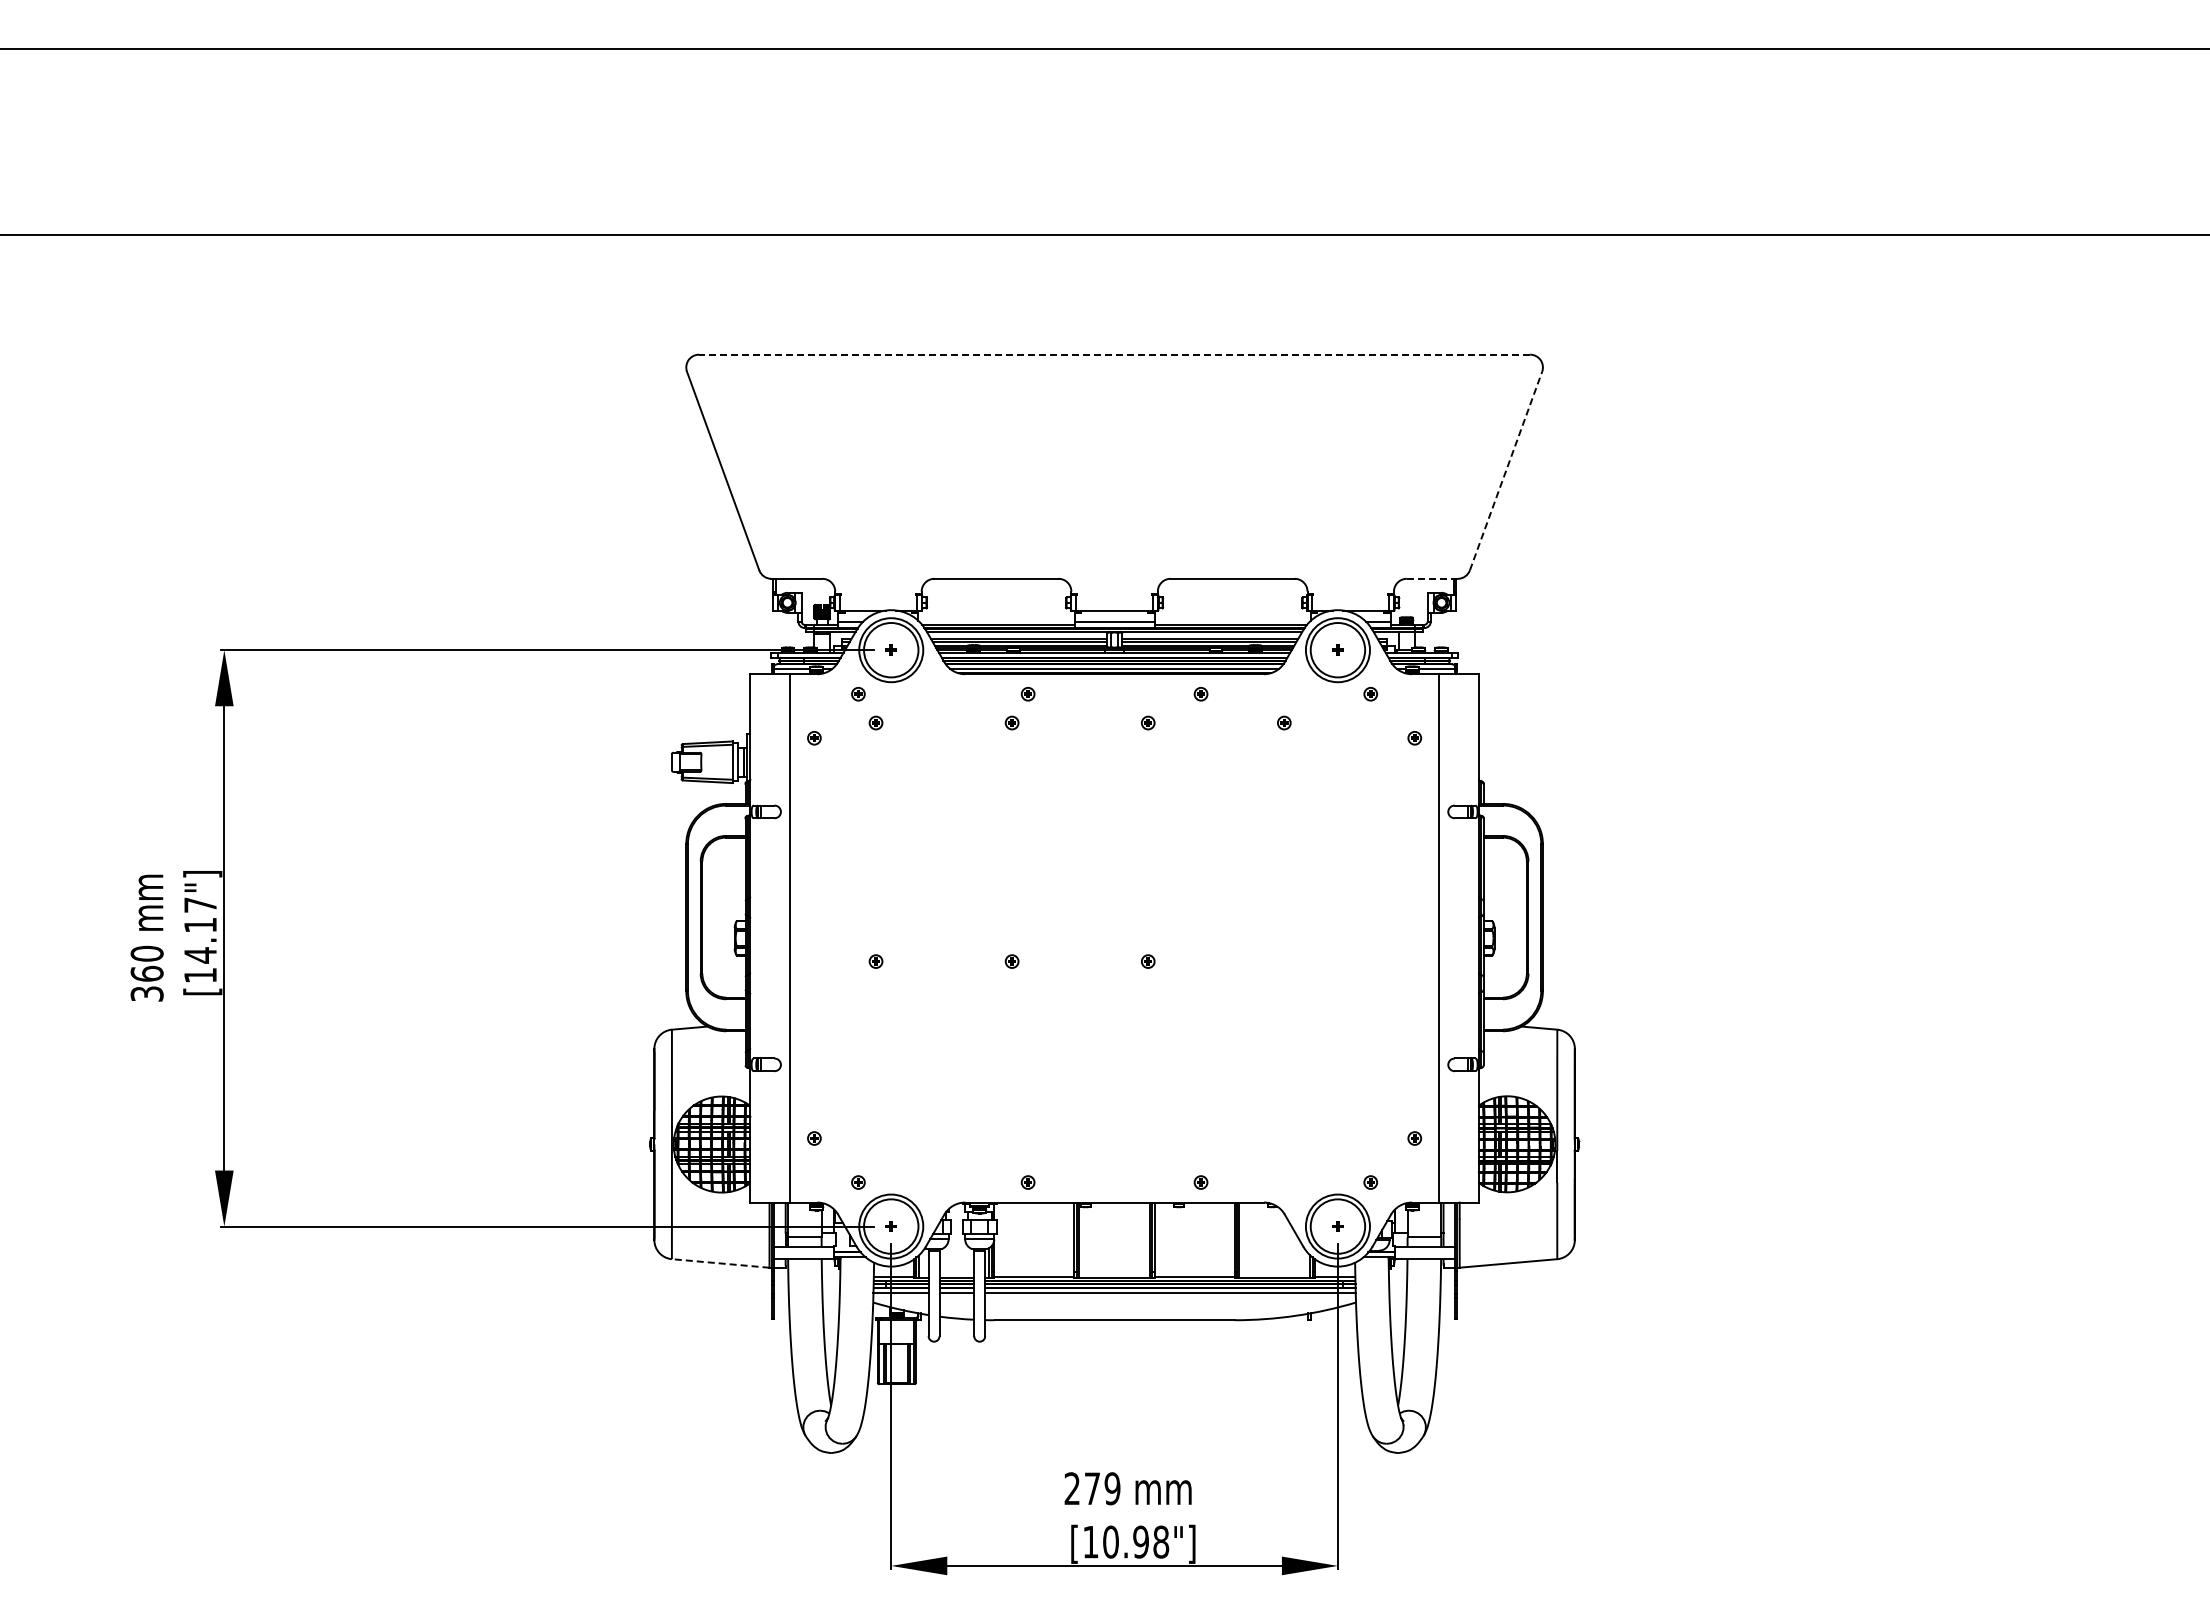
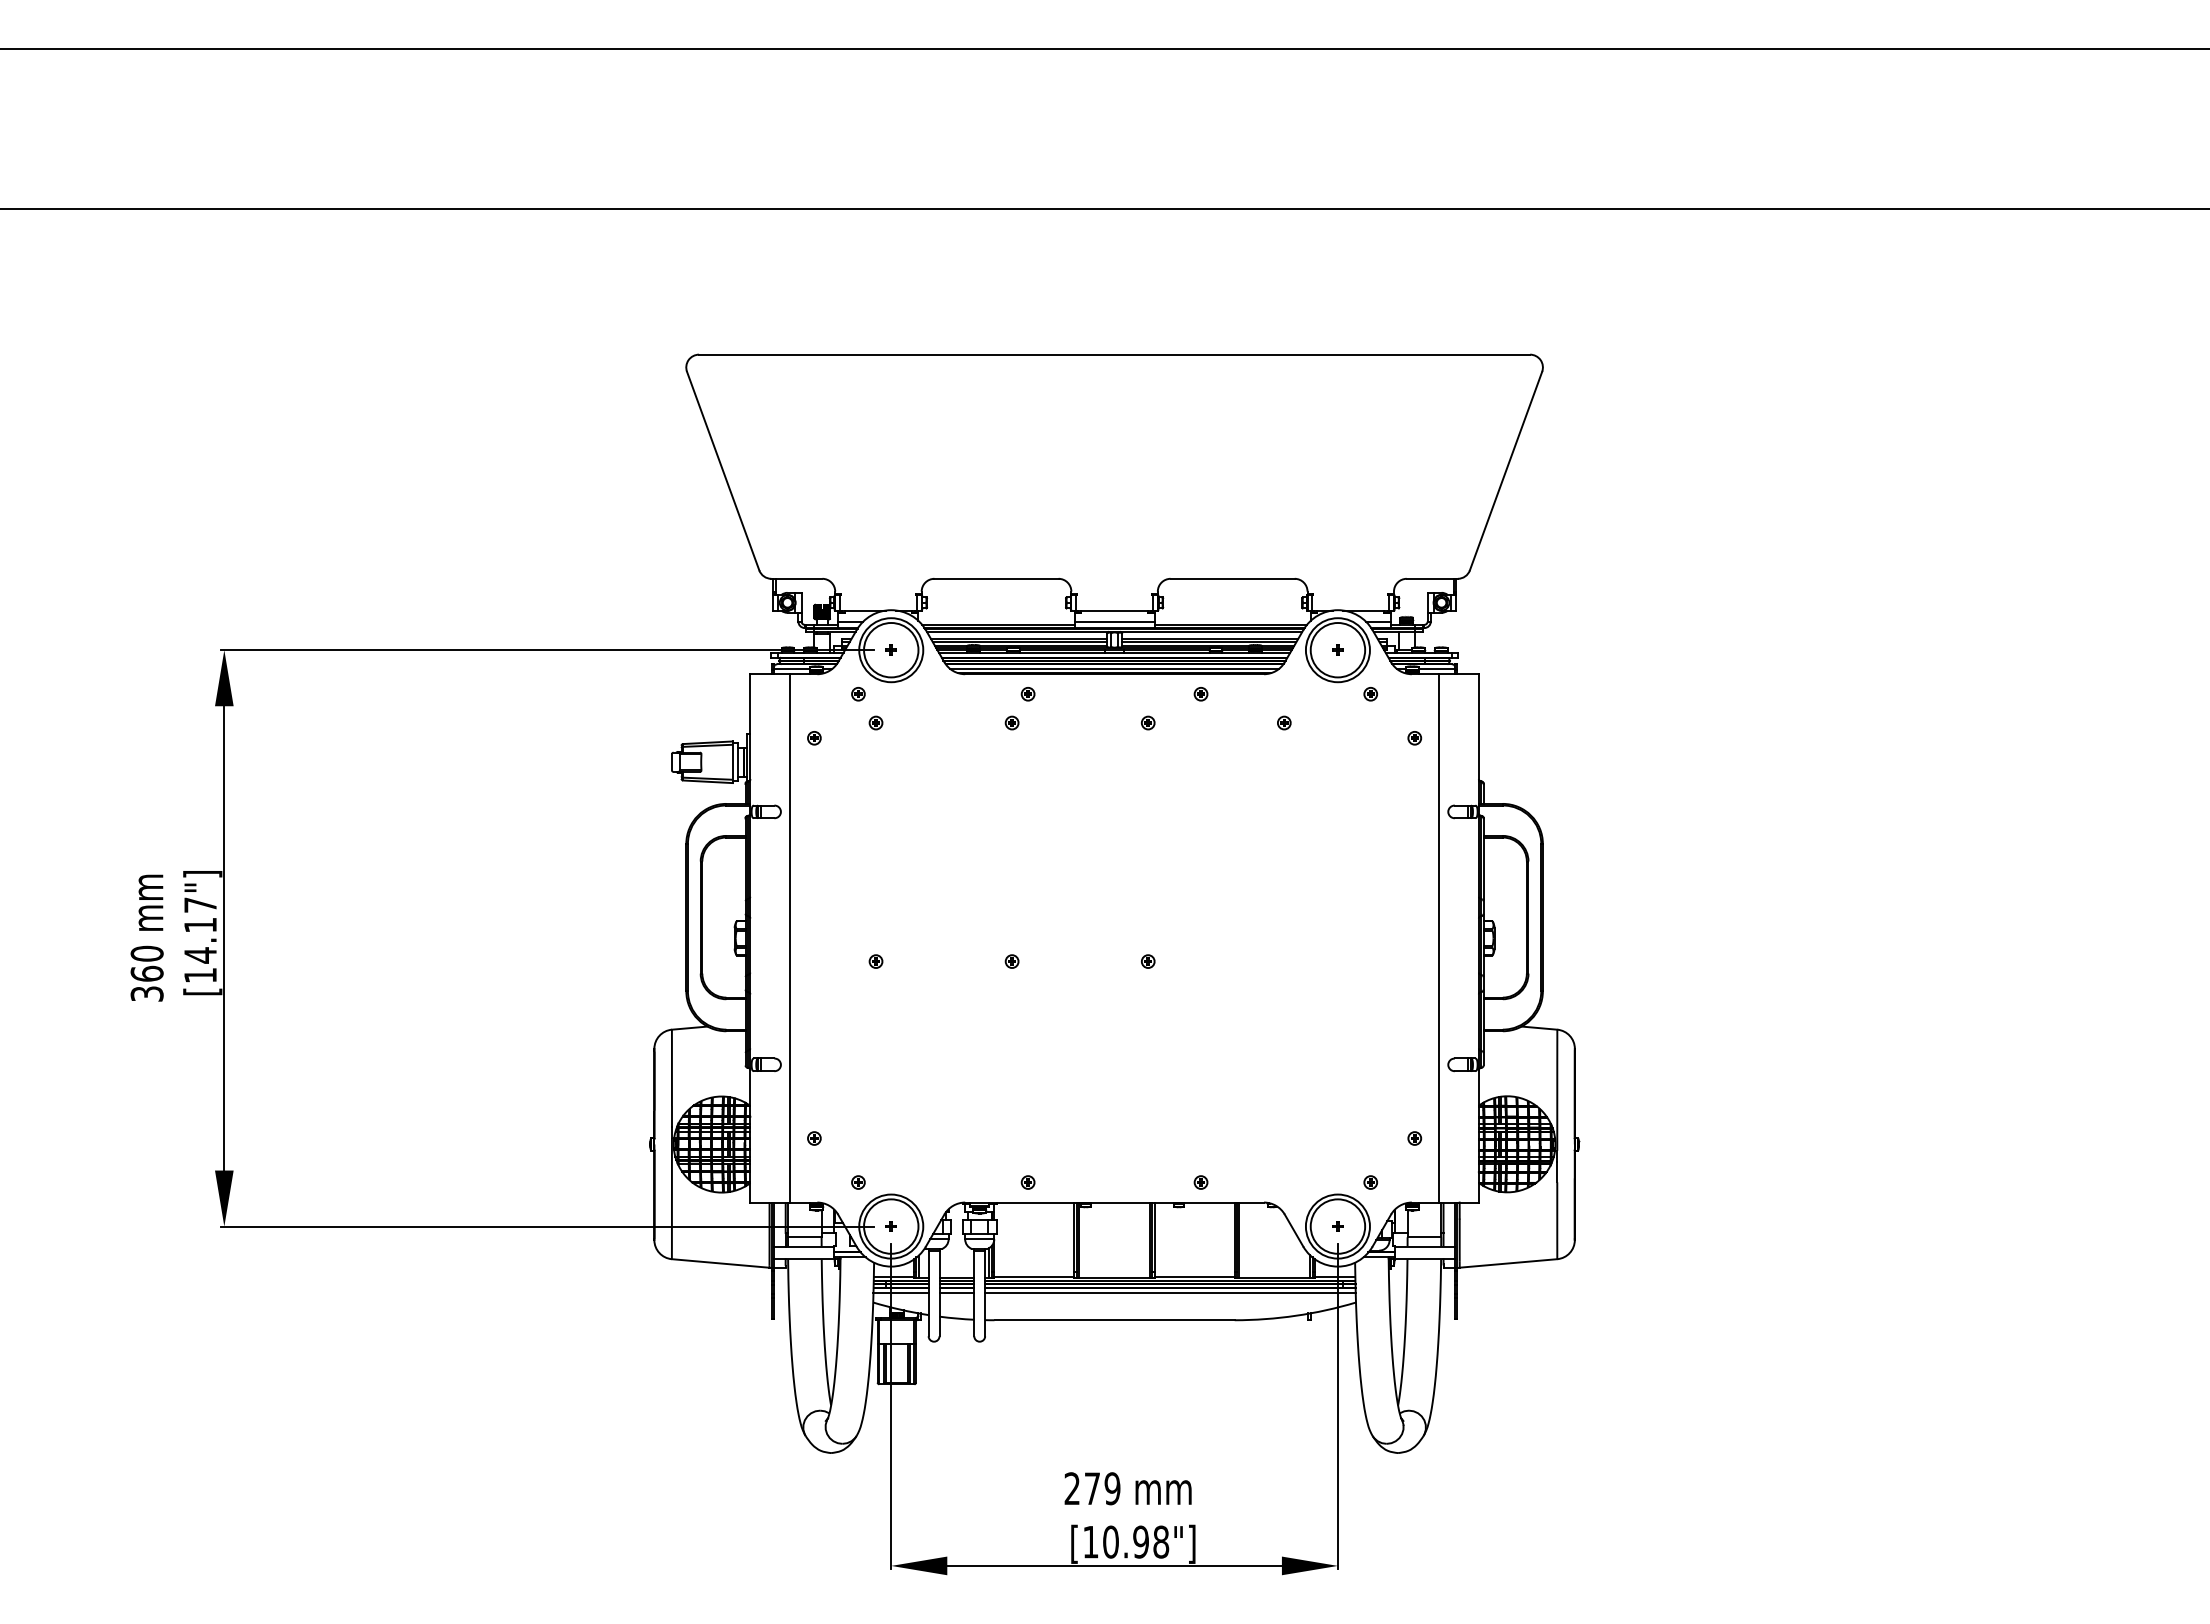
line at (1104, 234) position: (1104, 234) -> (1104, 208)
line at (1114, 354): dashed -> solid
line at (1506, 471): dashed -> solid
line at (1432, 578): dashed -> solid
line at (720, 1263): dashed -> solid
